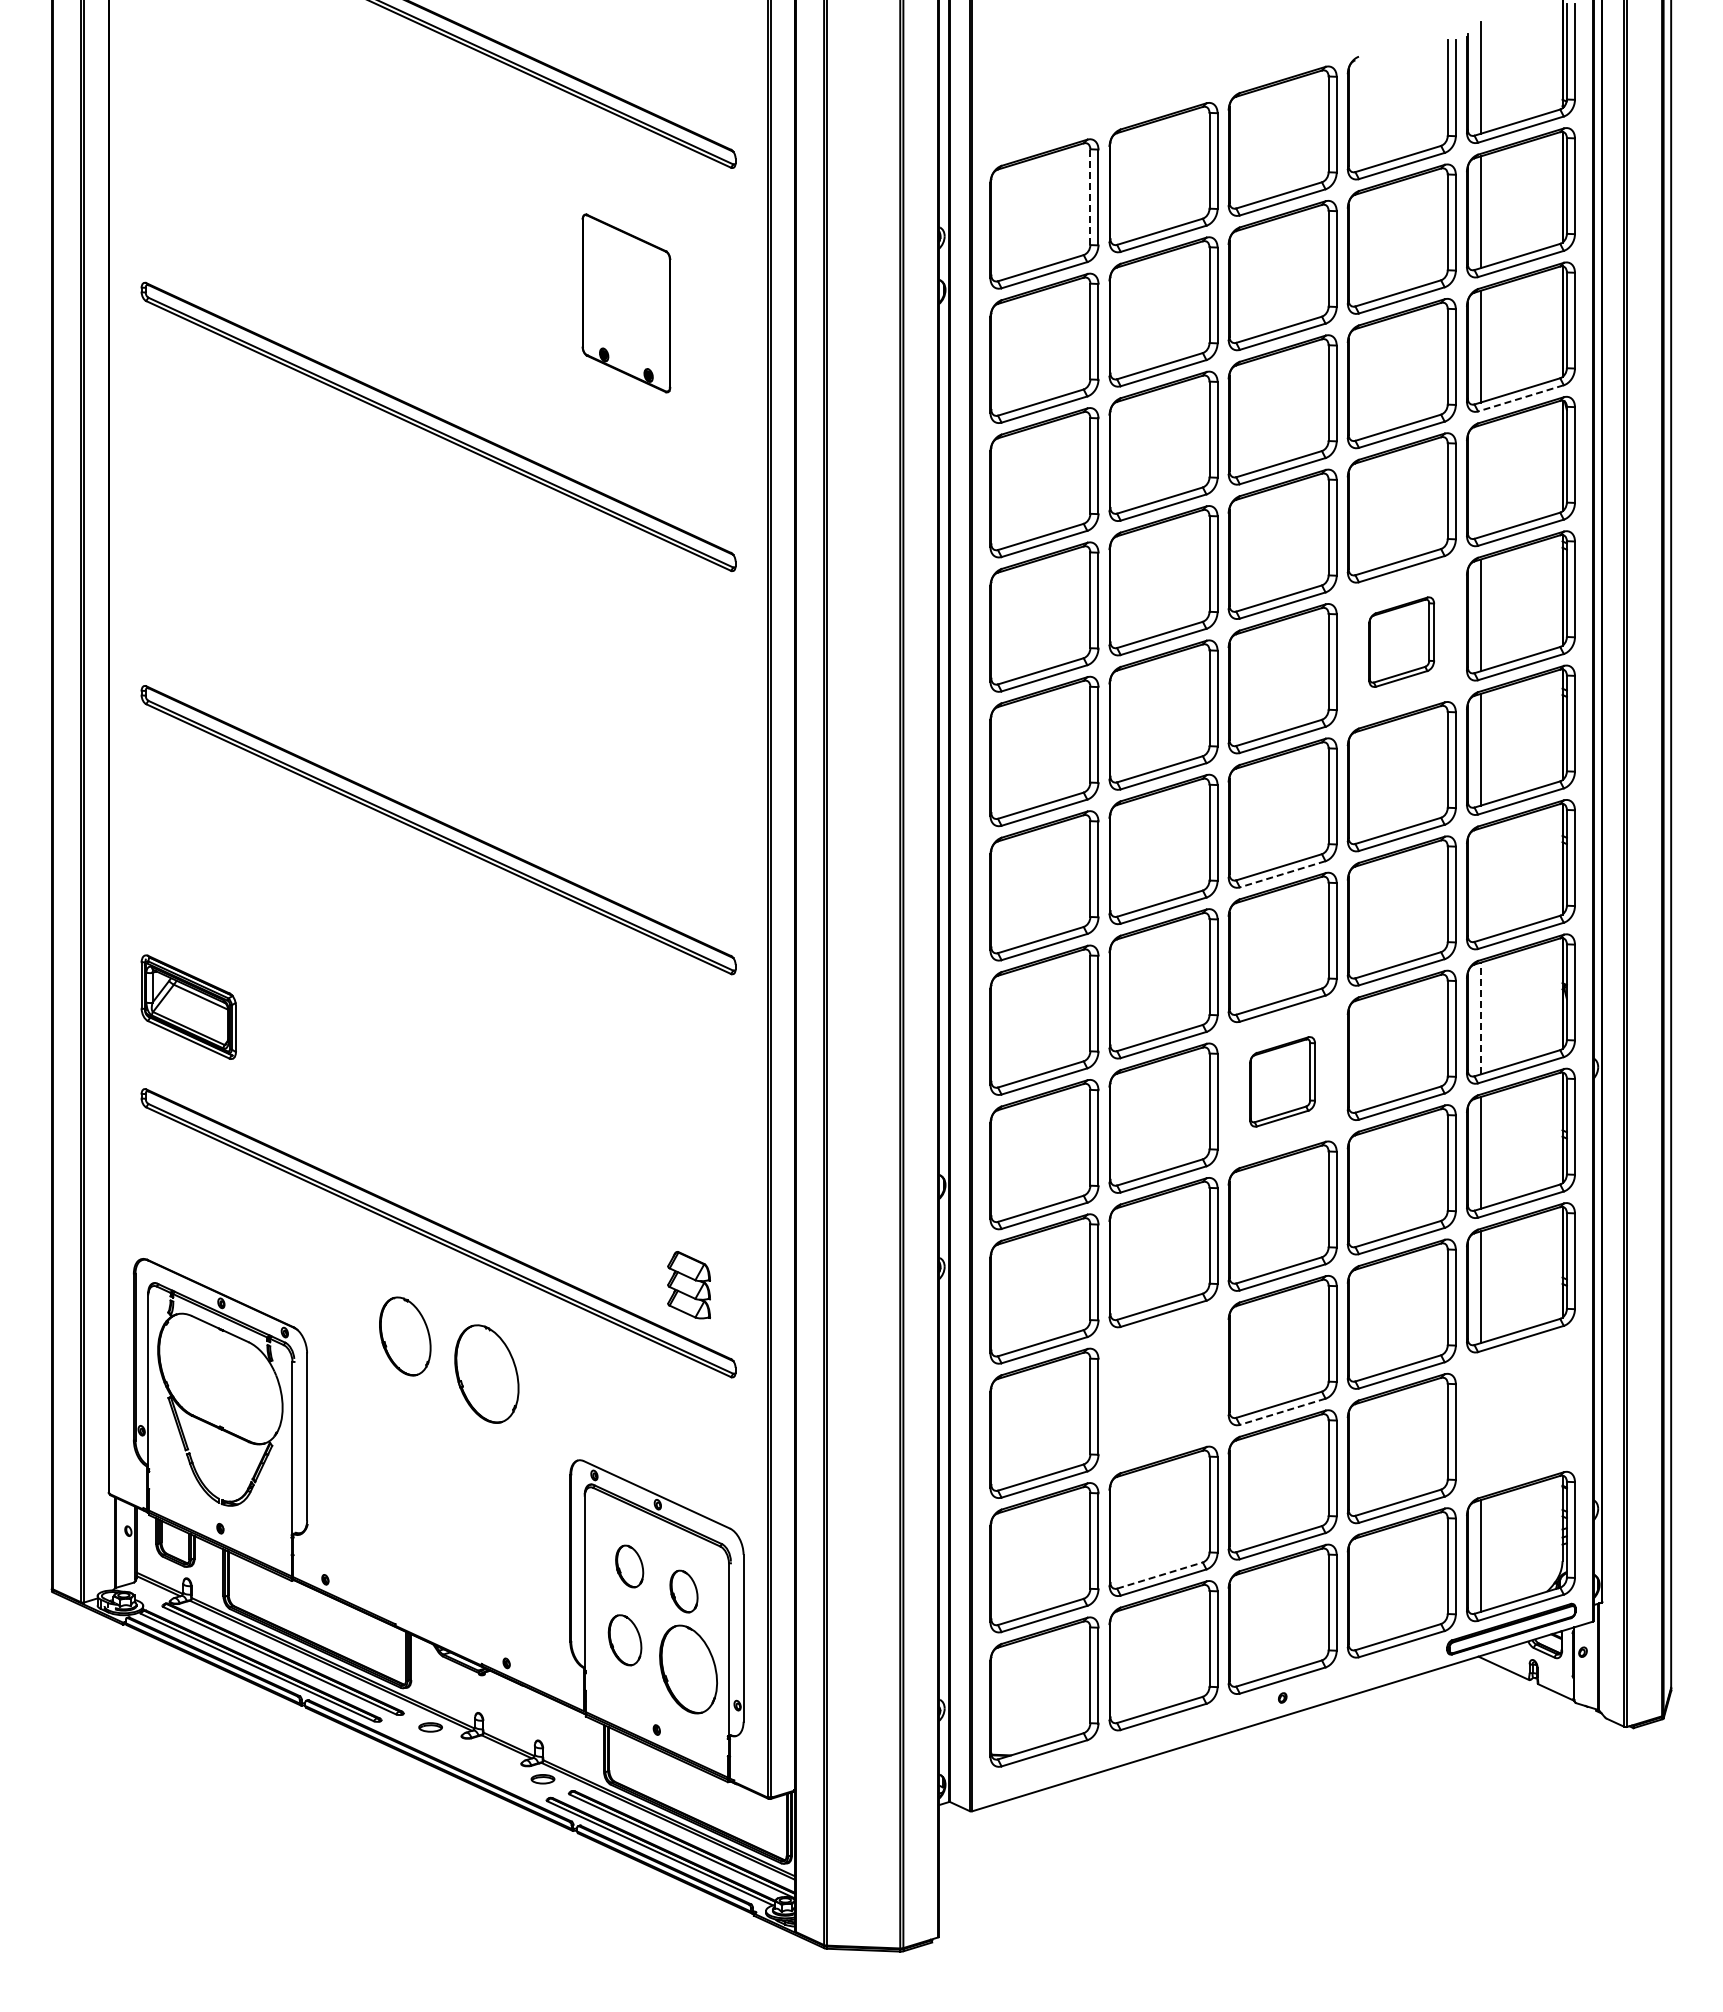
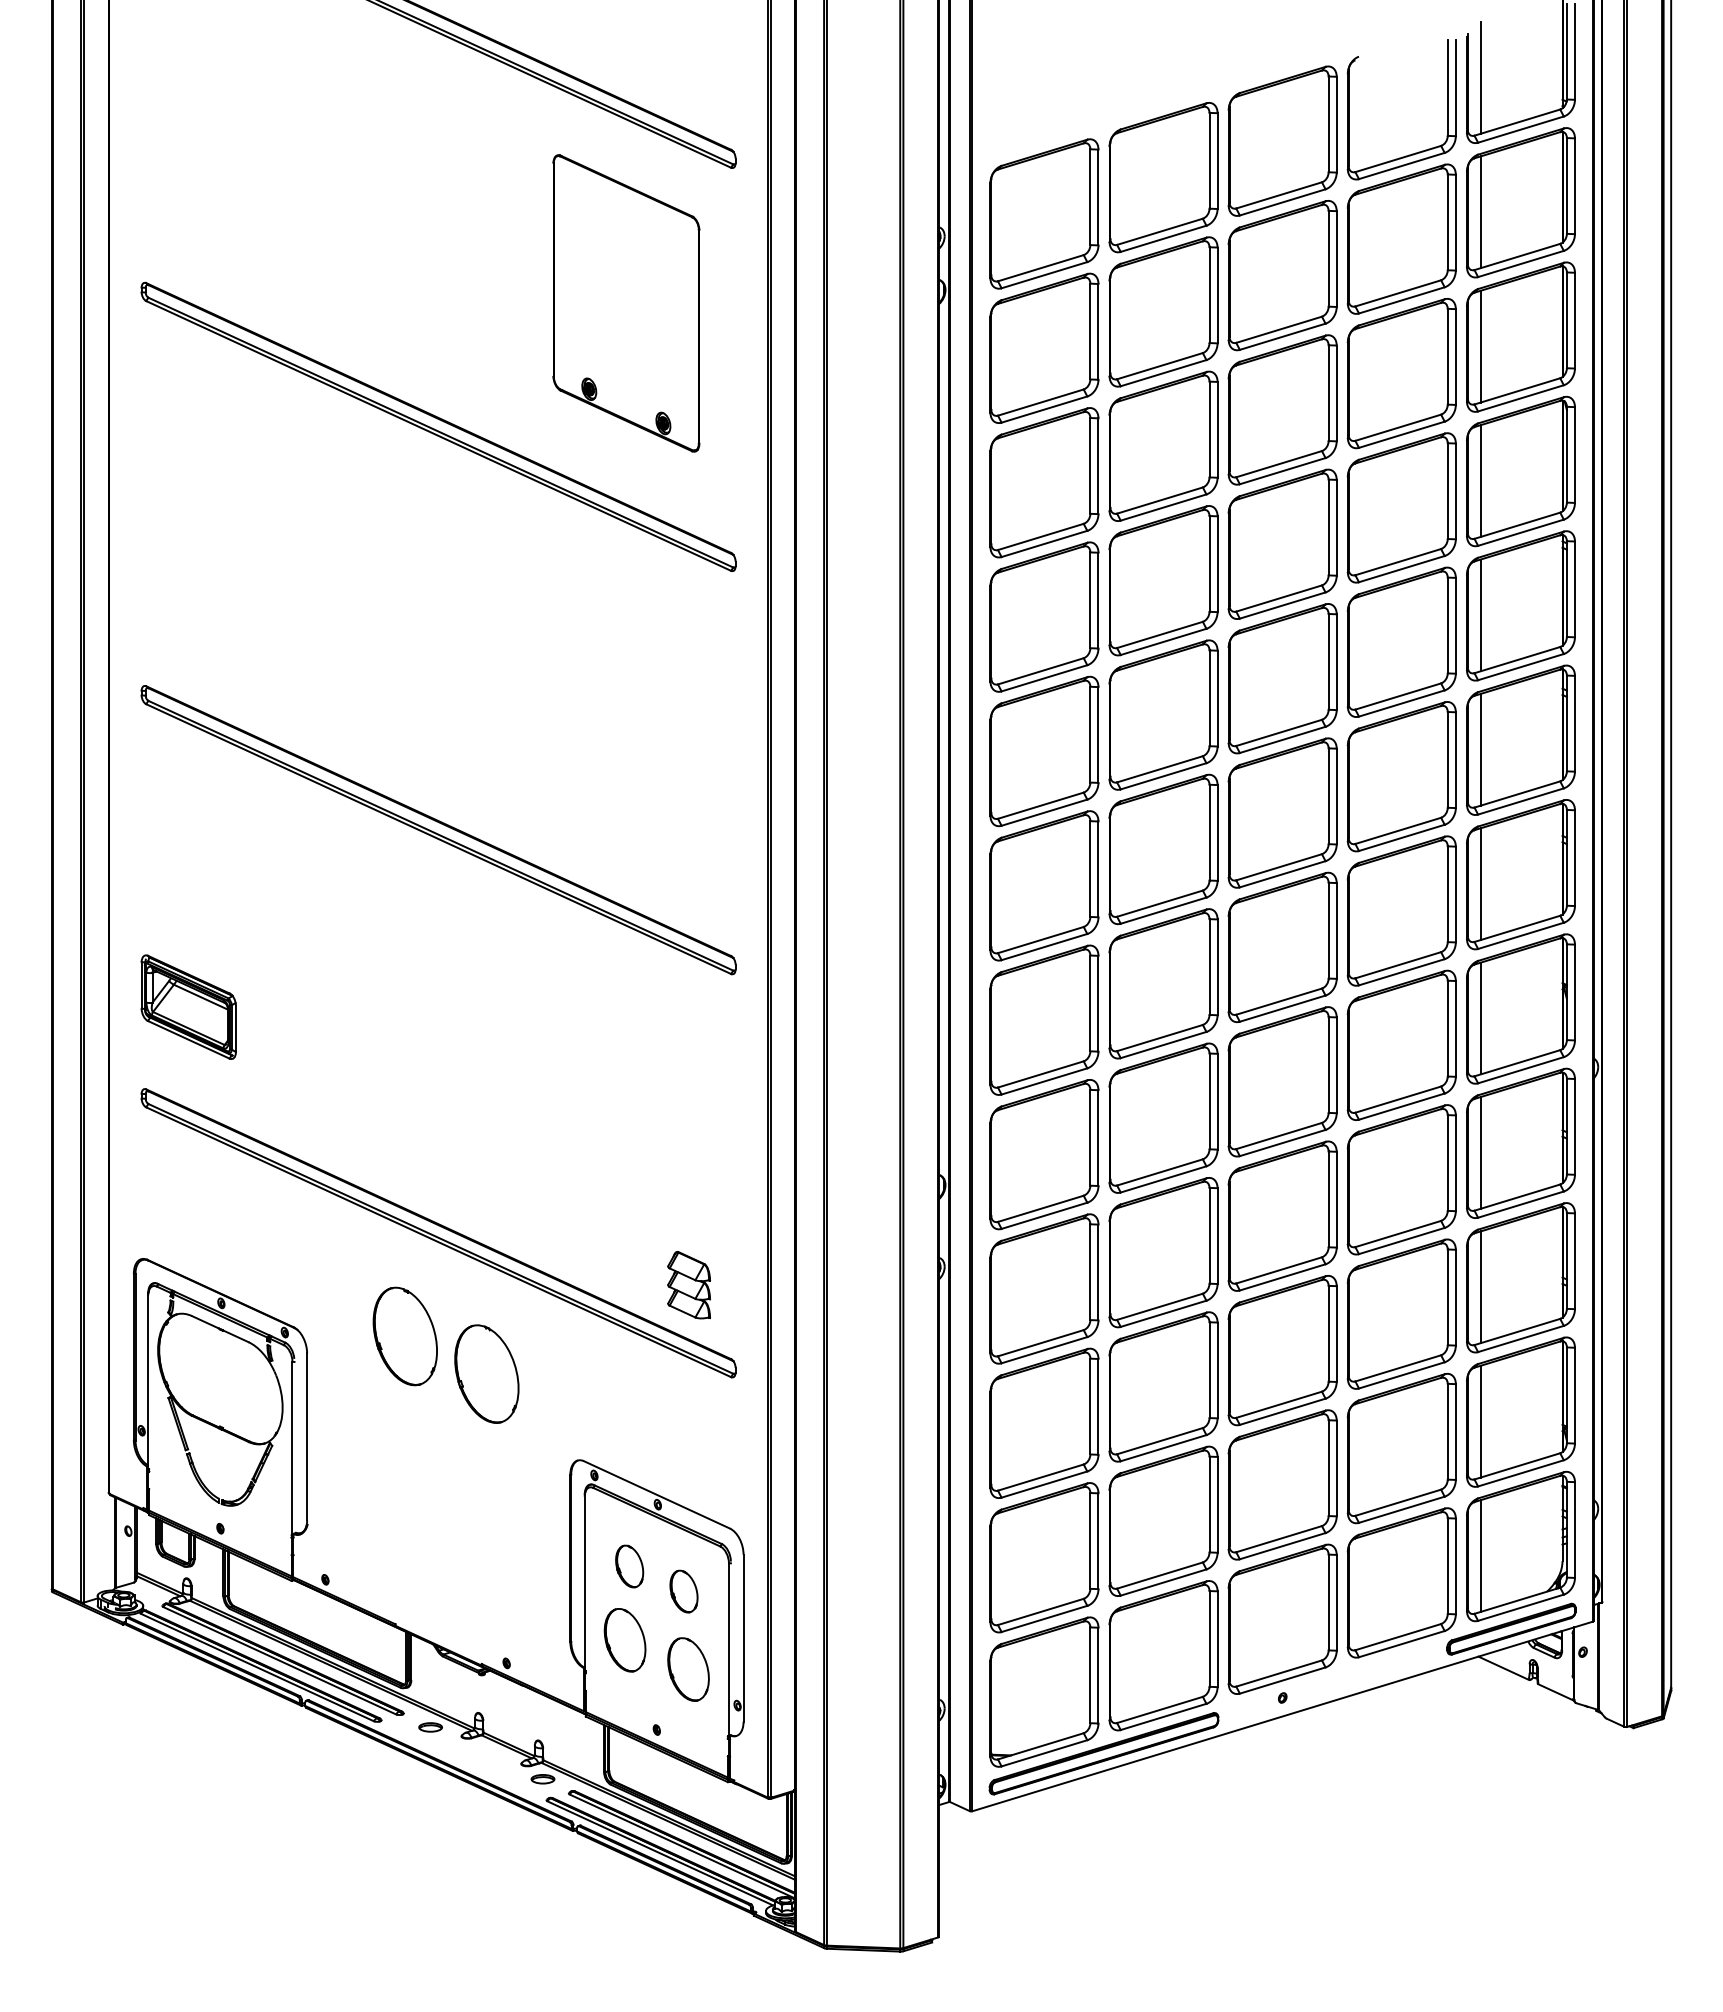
line at (1090, 197): dashed -> solid
part at (626, 303) size: 91x181 px -> 149x299 px
line at (1520, 398): dashed -> solid
line at (1480, 480): none -> present
part at (1401, 641) size: 67x92 px -> 111x152 px
line at (1282, 874): dashed -> solid
line at (1480, 884): none -> present
line at (1480, 1018): dashed -> solid
part at (1282, 1081) size: 67x92 px -> 111x152 px
part at (405, 1336) size: 53x81 px -> 66x101 px
part at (1163, 1386): none -> present
line at (1282, 1411): dashed -> solid
part at (1520, 1411): none -> present
line at (1159, 1575): dashed -> solid
part at (624, 1640) size: 36x53 px -> 44x65 px
part at (688, 1669) size: 59x91 px -> 43x65 px
part at (1103, 1753): none -> present
